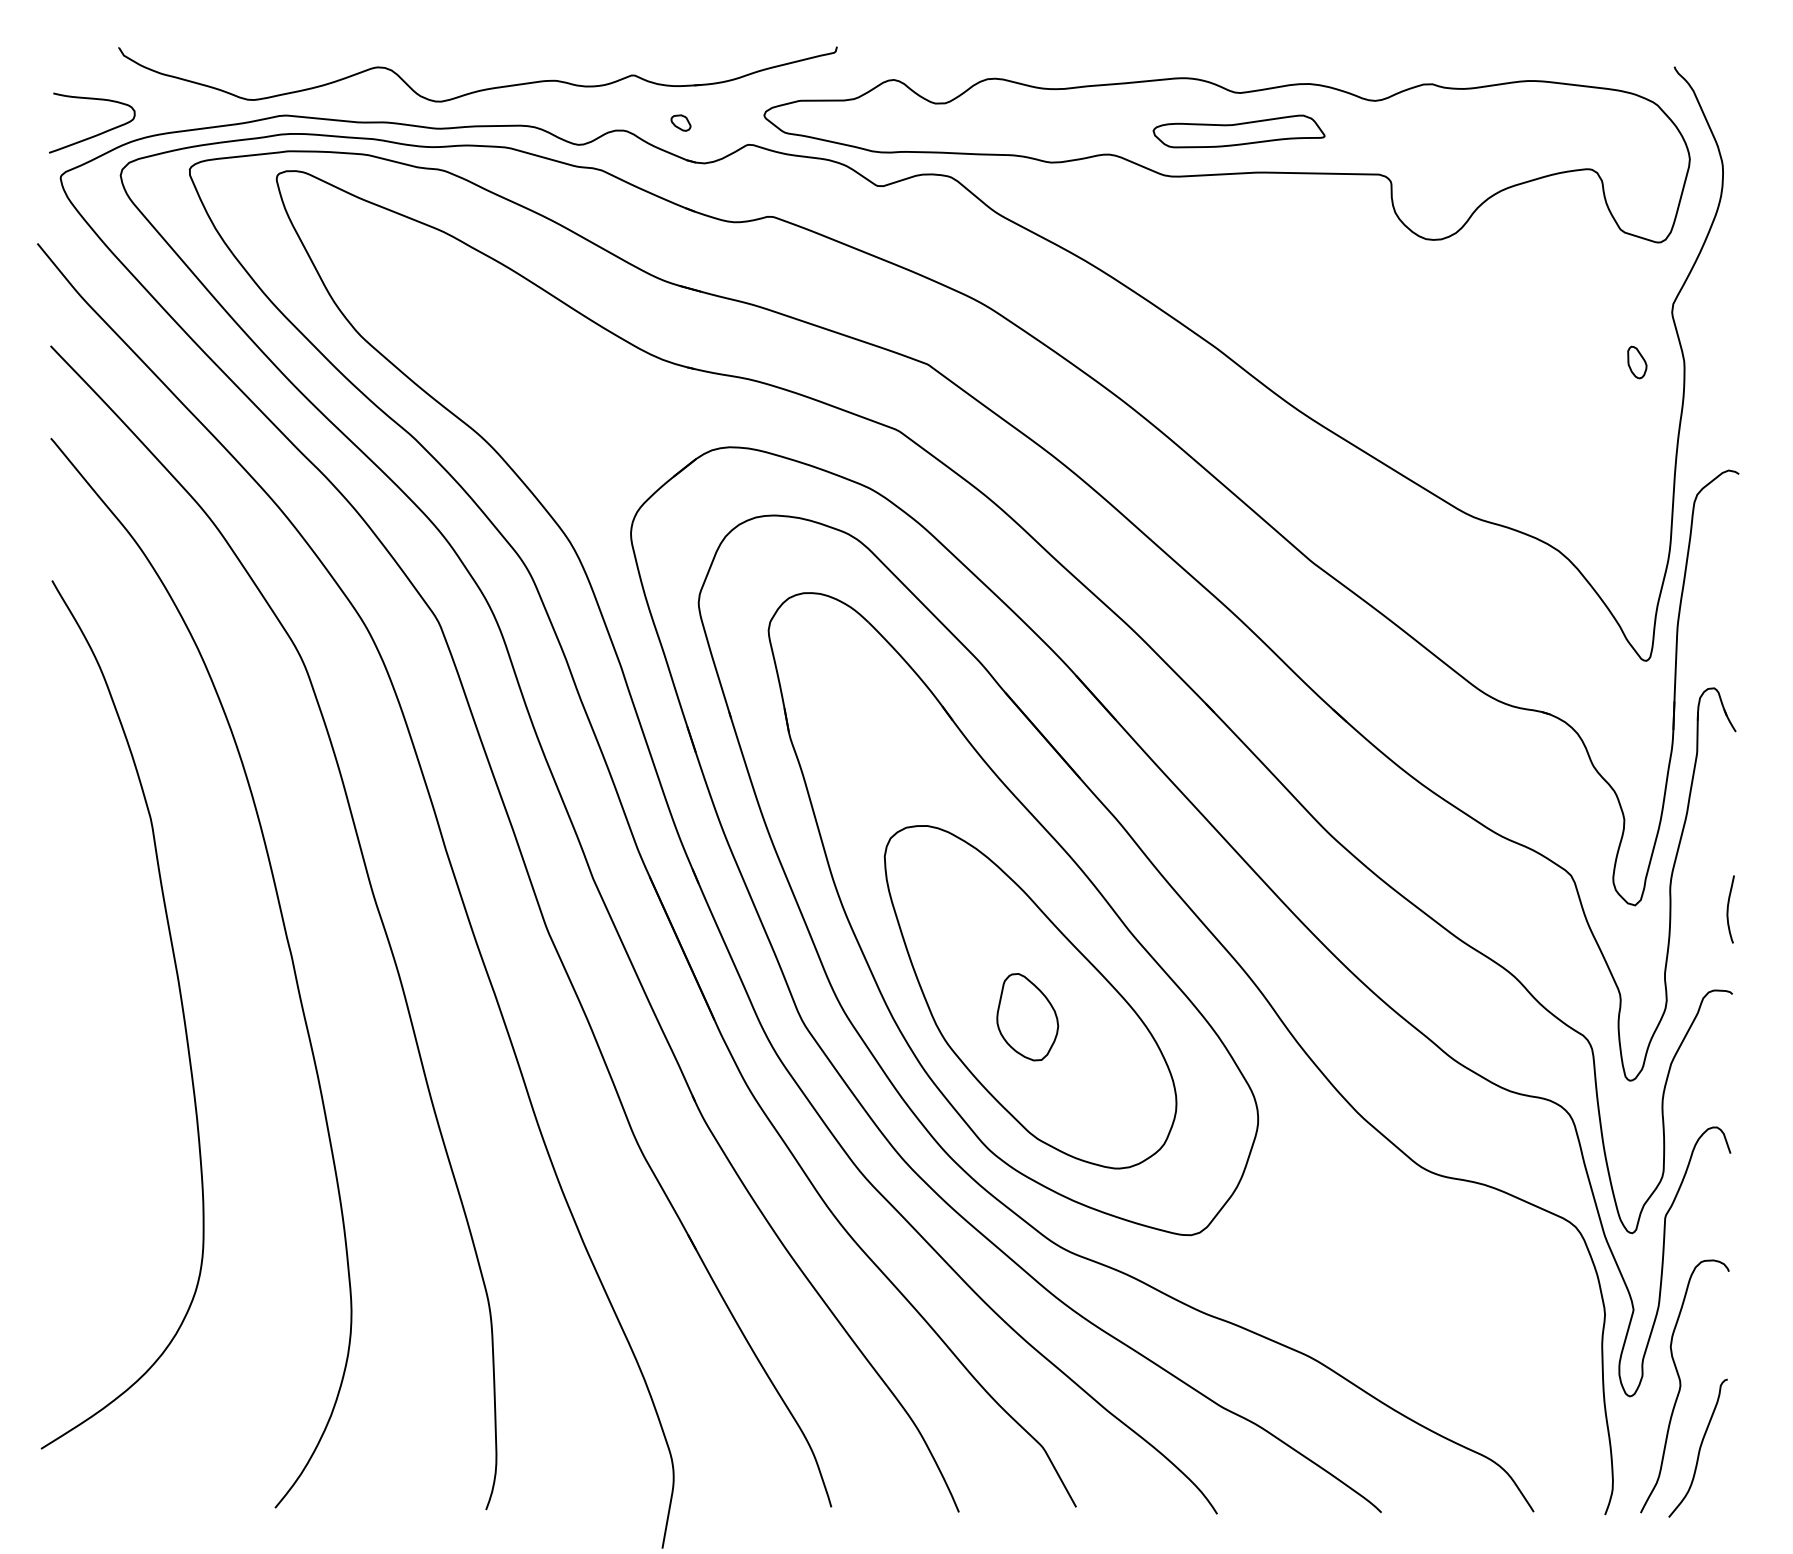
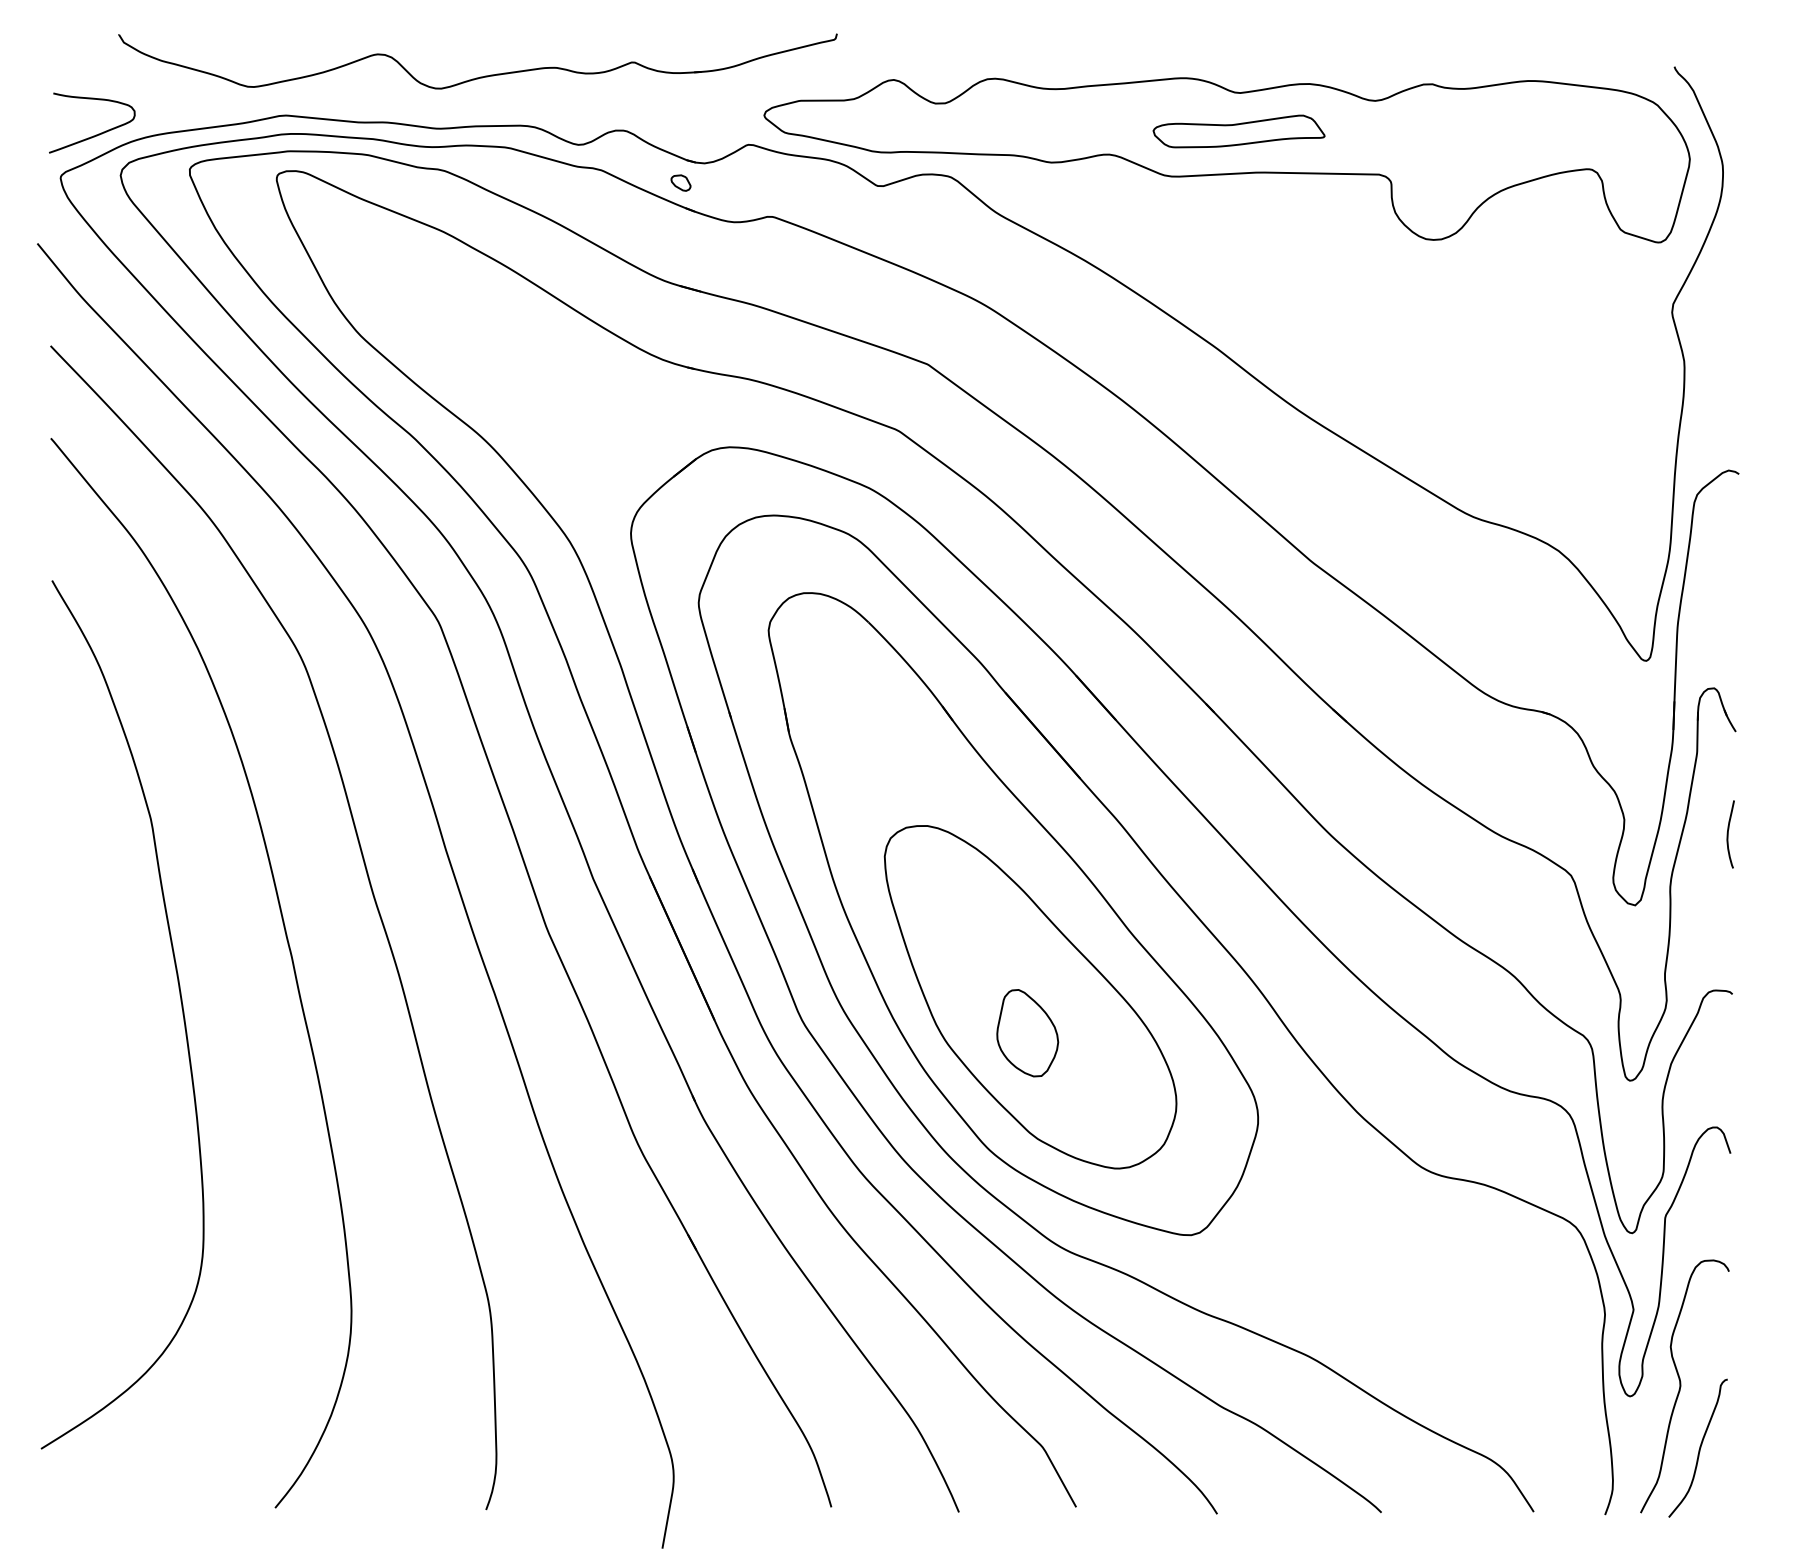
part at (480, 89) position: (480, 89) -> (480, 76)
part at (680, 122) position: (680, 122) -> (680, 182)
part at (1637, 362): present -> none
curve at (1728, 909) position: (1728, 909) -> (1728, 834)
part at (1027, 1017) position: (1027, 1017) -> (1027, 1033)
